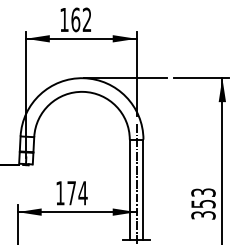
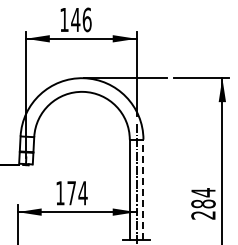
text at (81, 19): 162 -> 146
line at (143, 189): solid -> dashed
text at (203, 203): 353 -> 284
